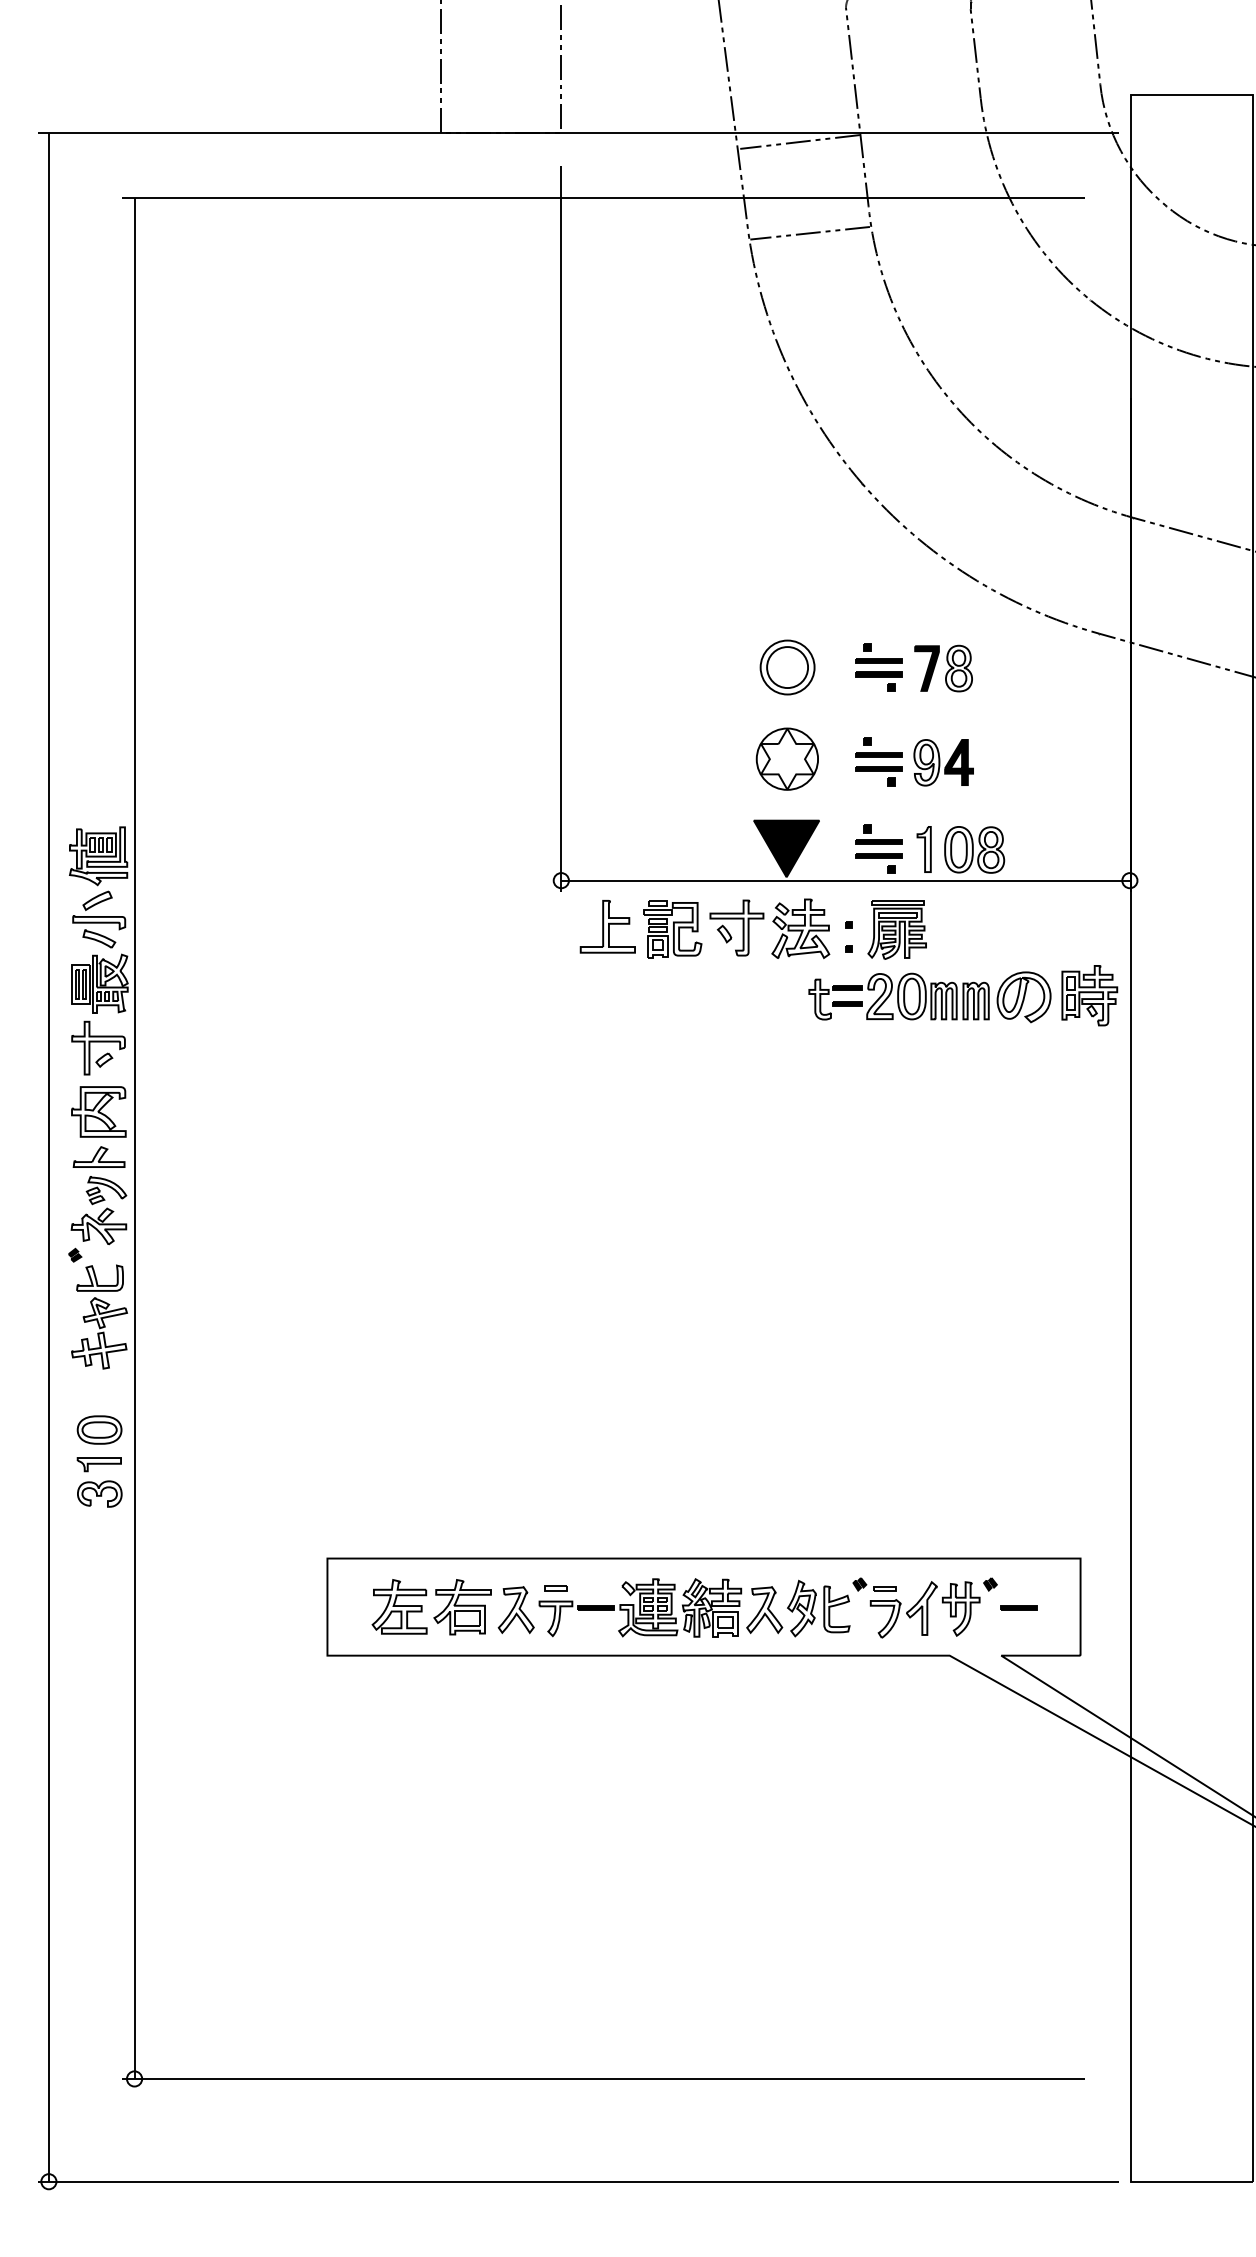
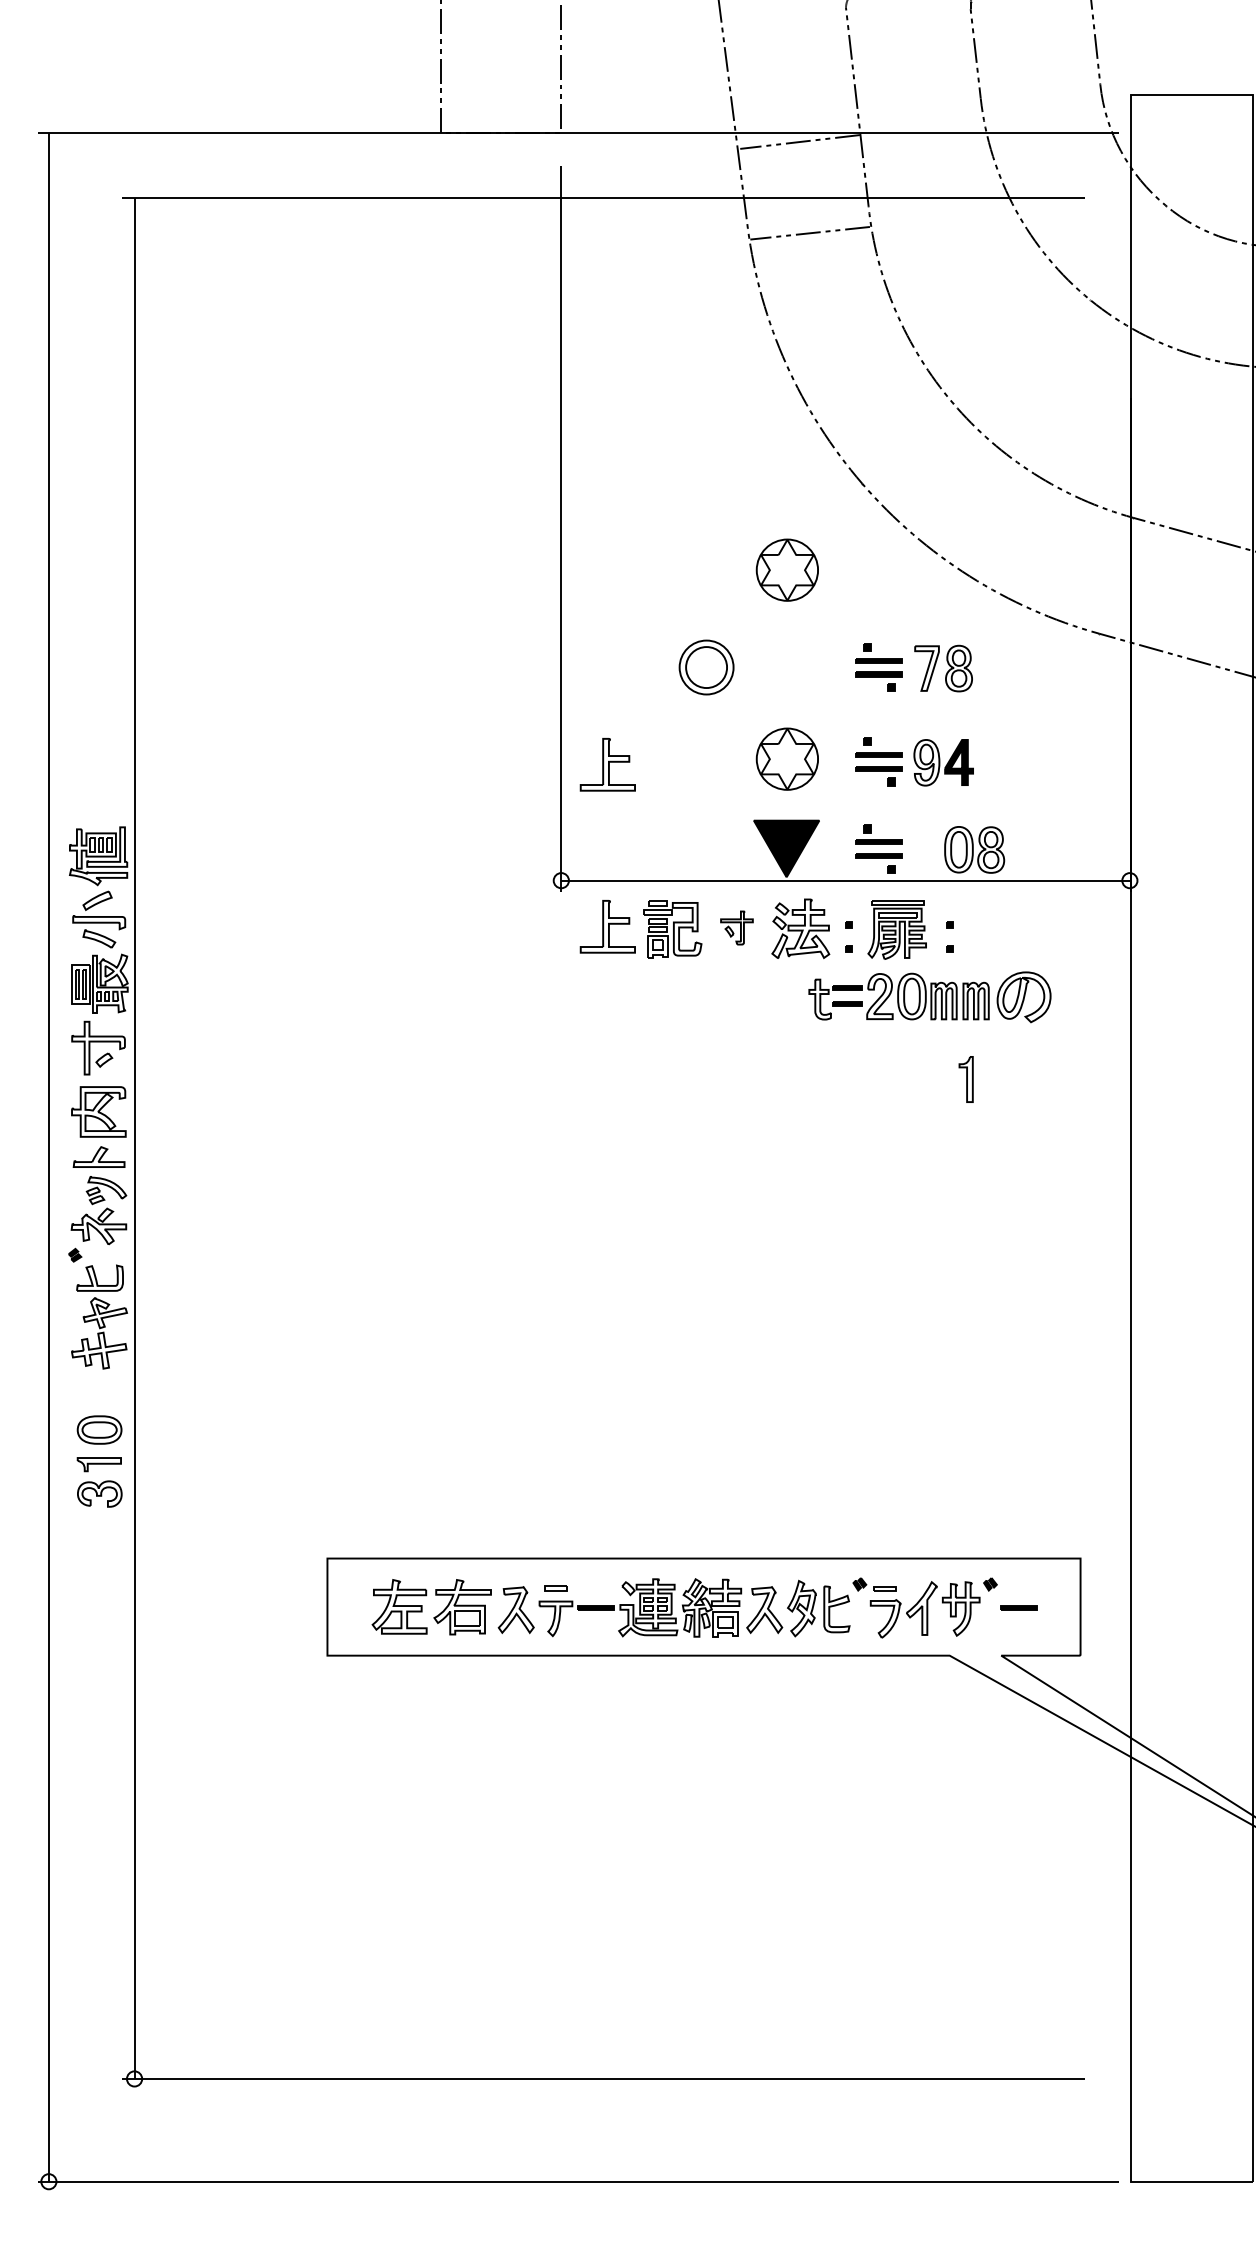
part at (786, 569): none -> present
part at (787, 667) position: (787, 667) -> (706, 667)
fill at (926, 668): present -> none
part at (607, 764): none -> present
part at (923, 849) position: (923, 849) -> (965, 1079)
part at (736, 927) size: 56x58 px -> 34x36 px
part at (949, 928): none -> present
part at (1089, 995): present -> none
